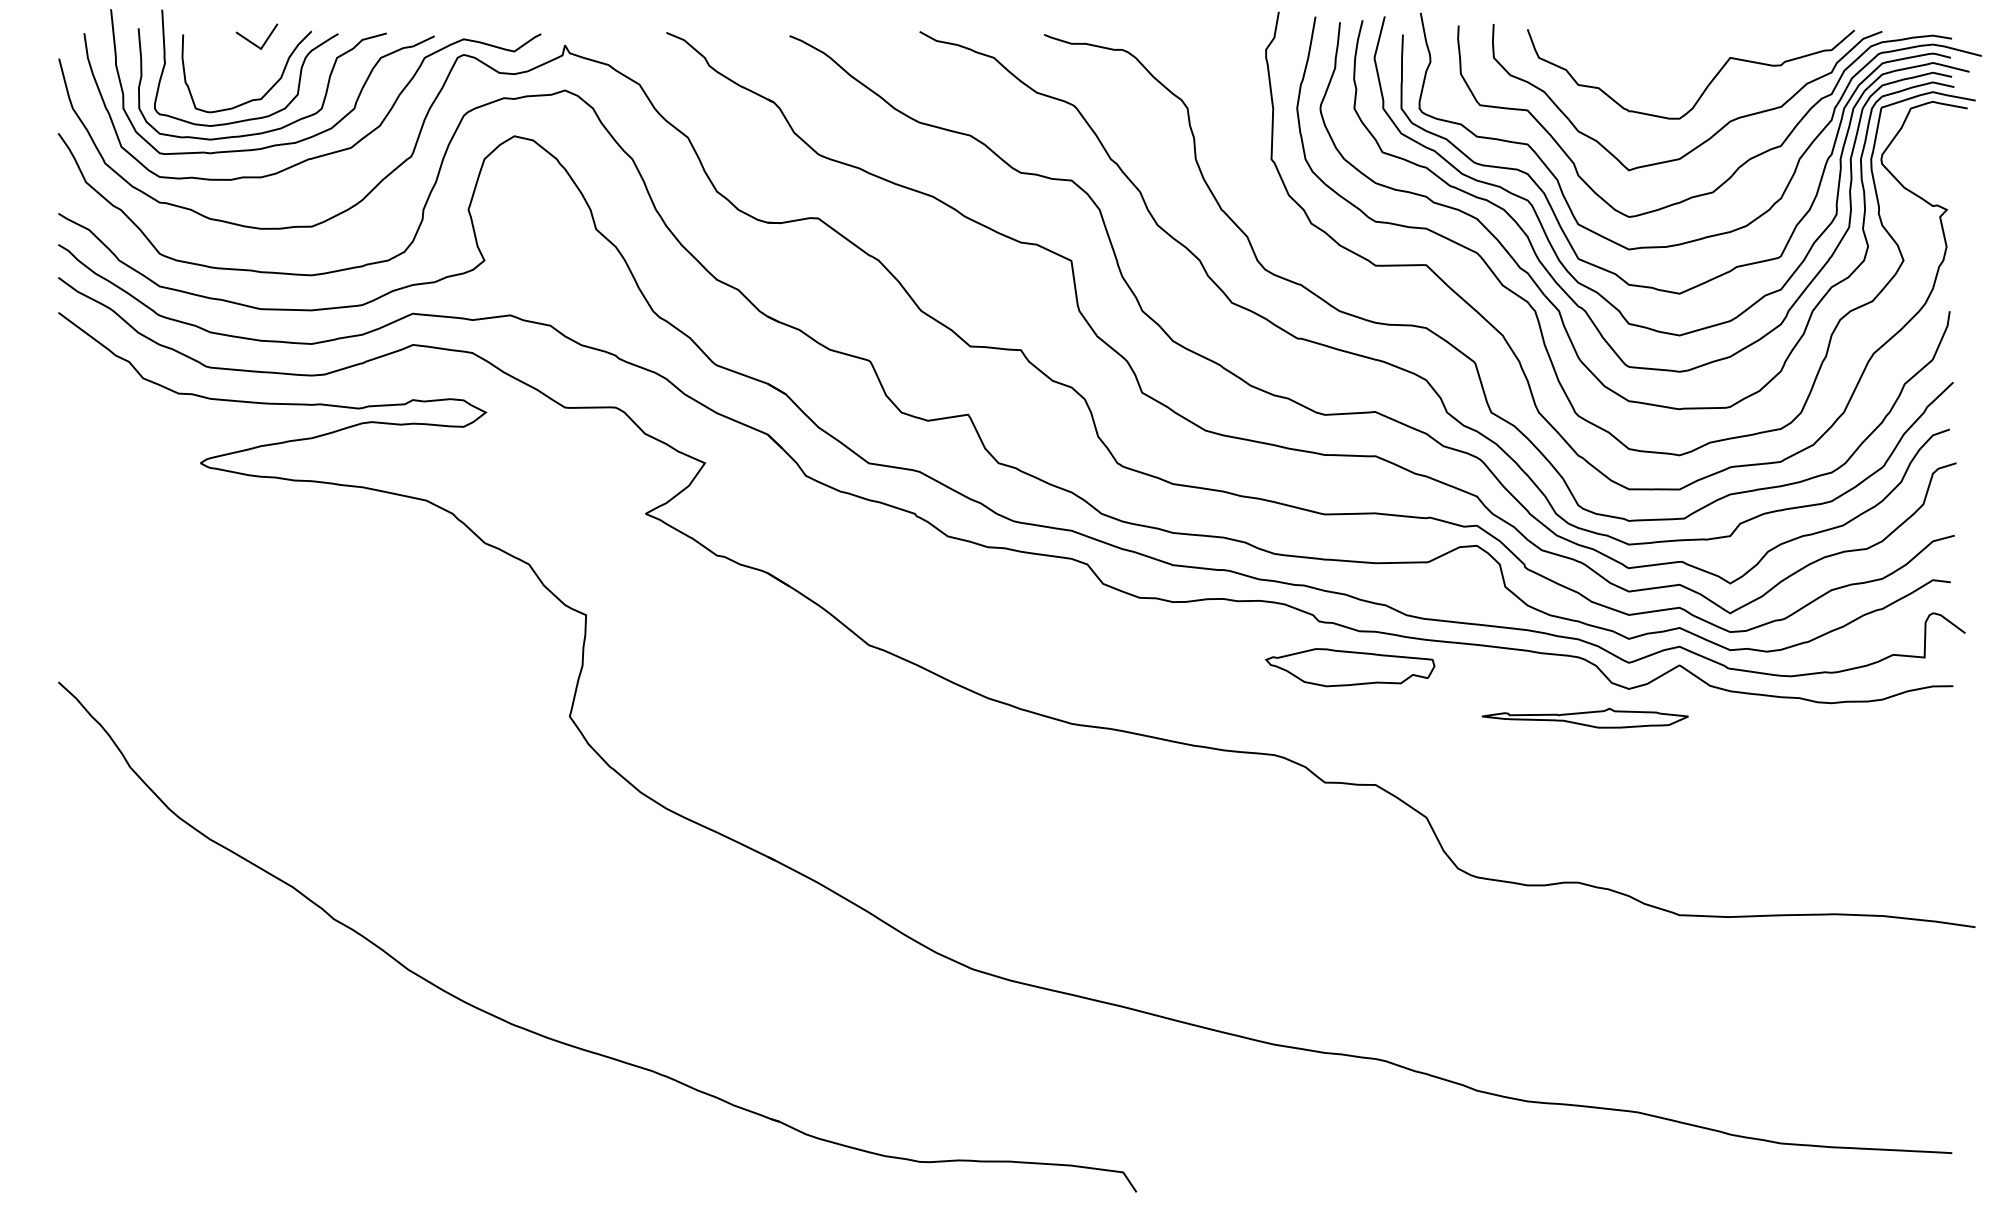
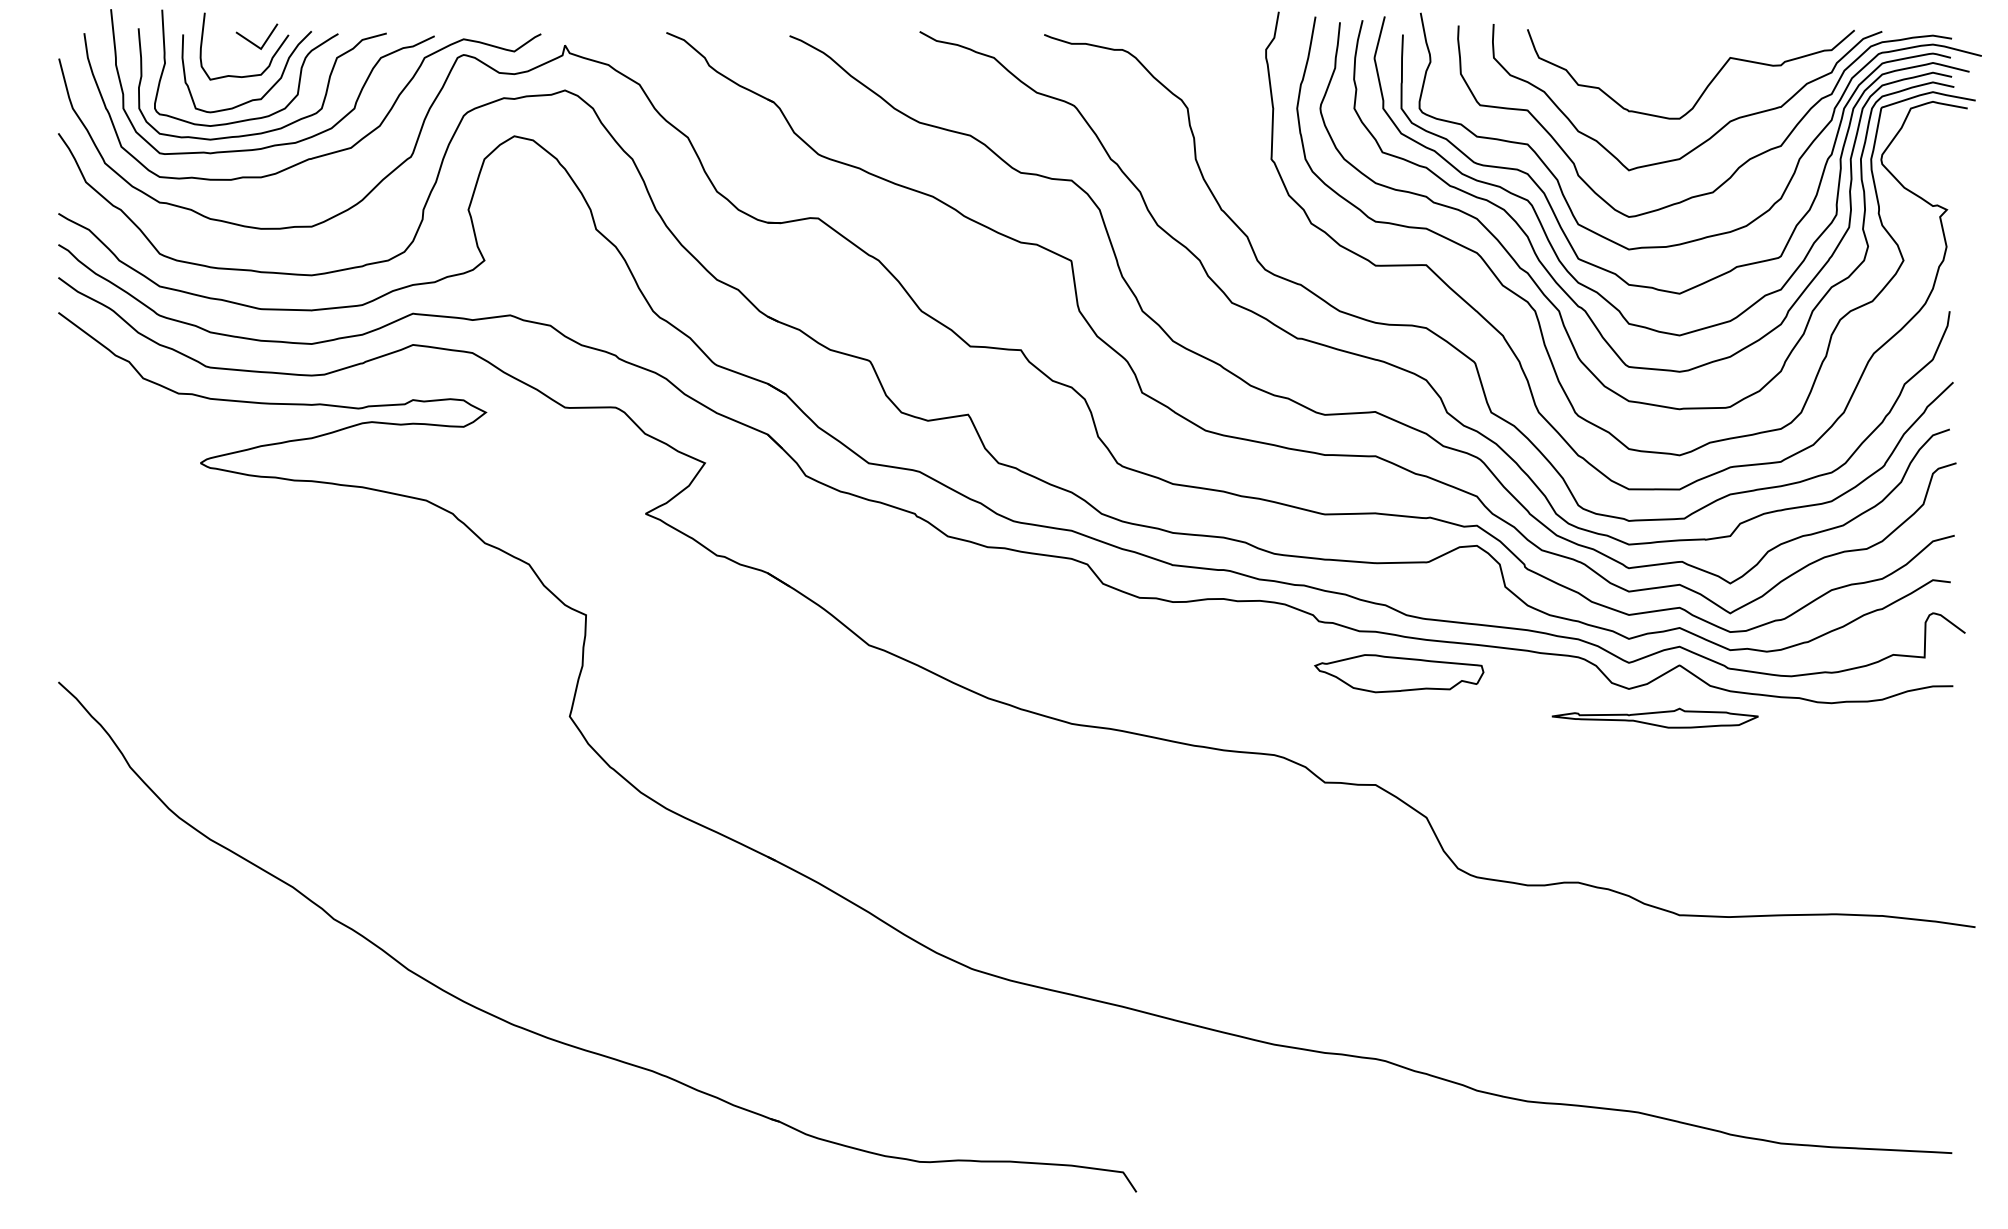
curve at (244, 75): none -> present
part at (1350, 667) position: (1350, 667) -> (1399, 673)
part at (1584, 717) position: (1584, 717) -> (1654, 717)
